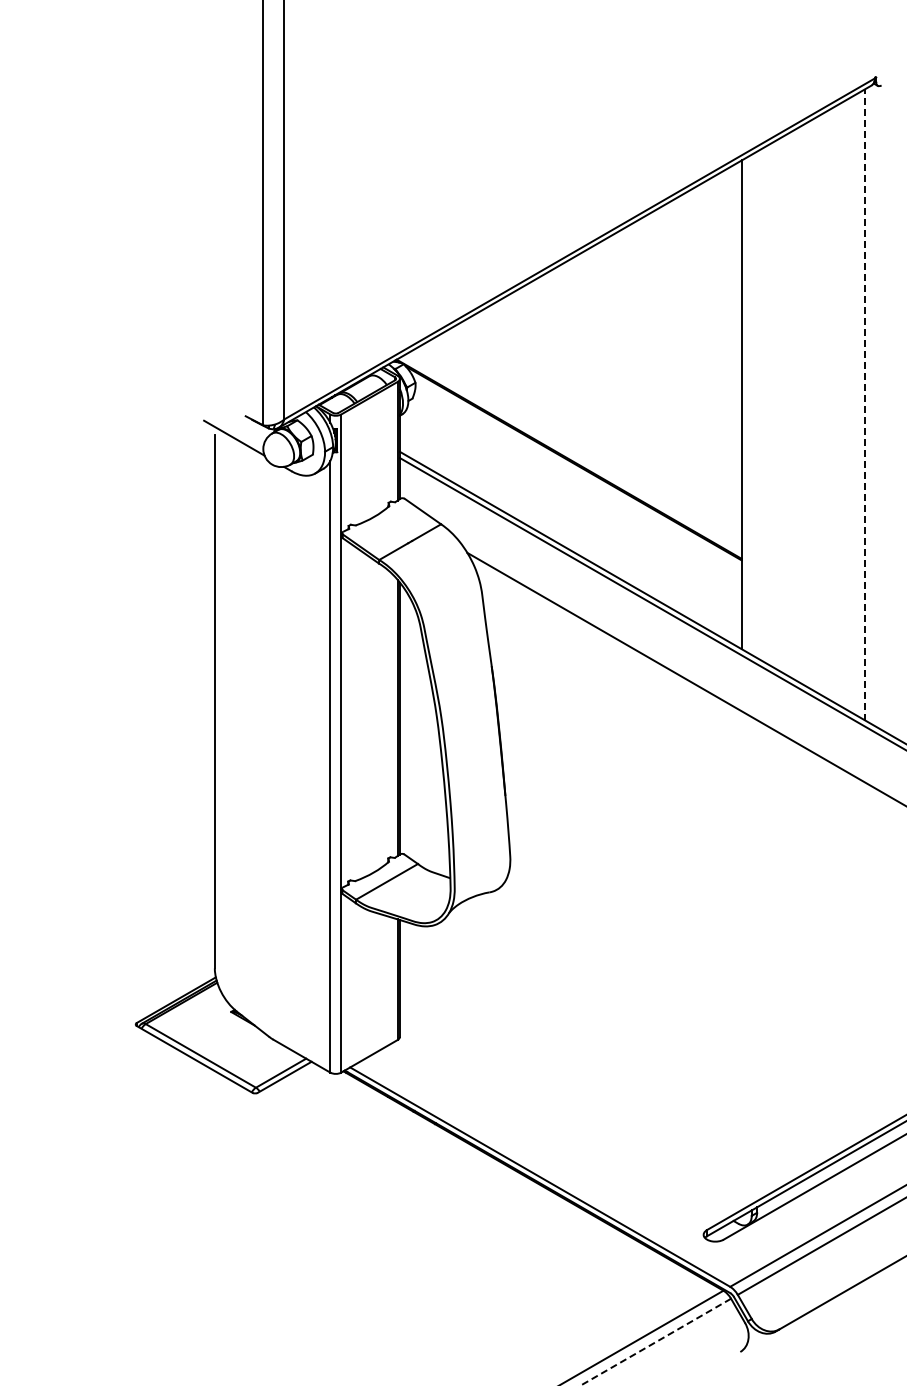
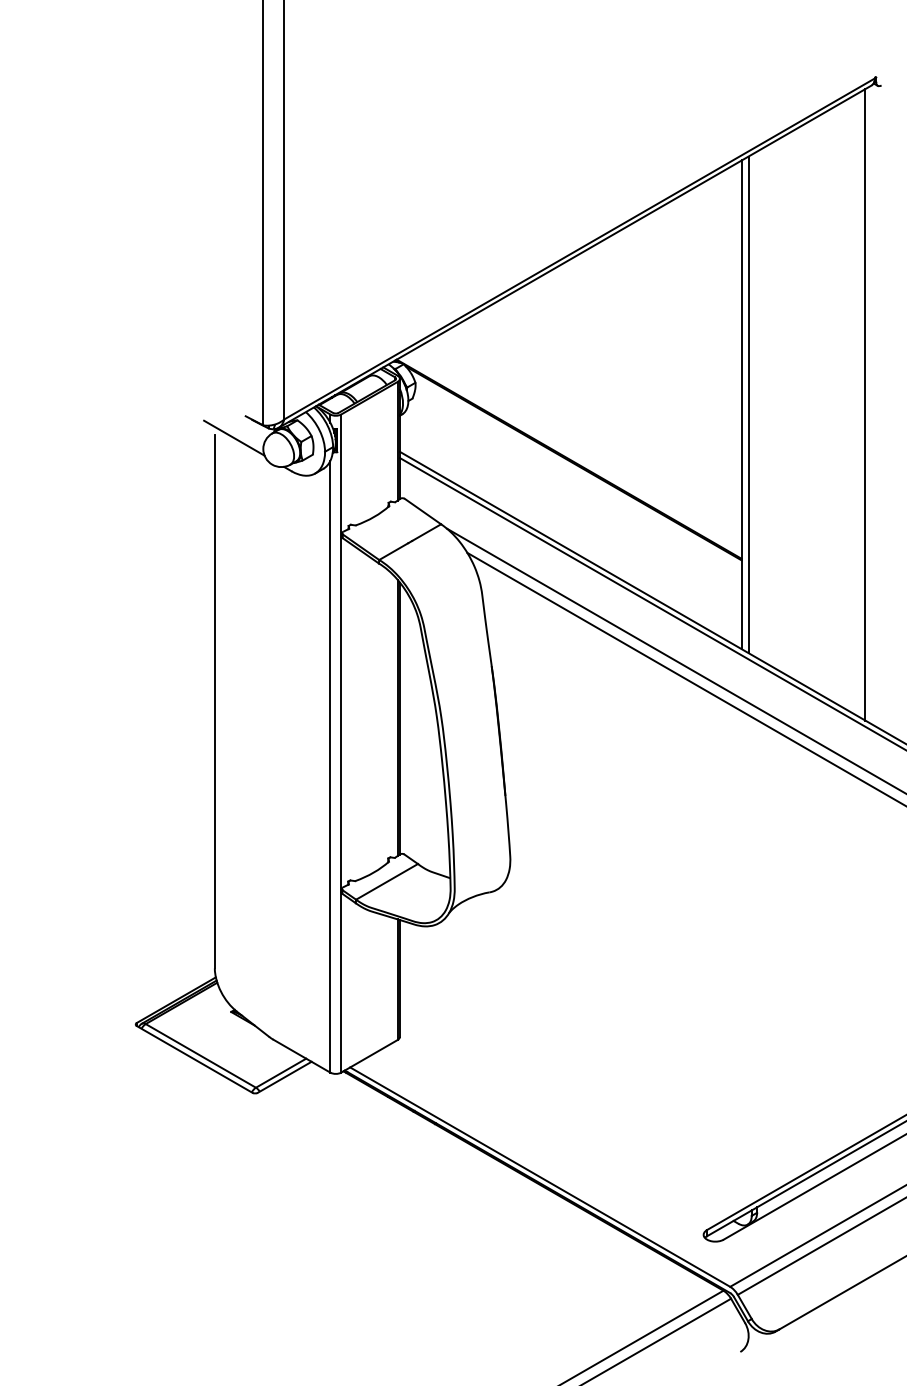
line at (748, 404): none -> present
line at (865, 404): dashed -> solid
line at (675, 660): none -> present
line at (655, 1342): dashed -> solid
